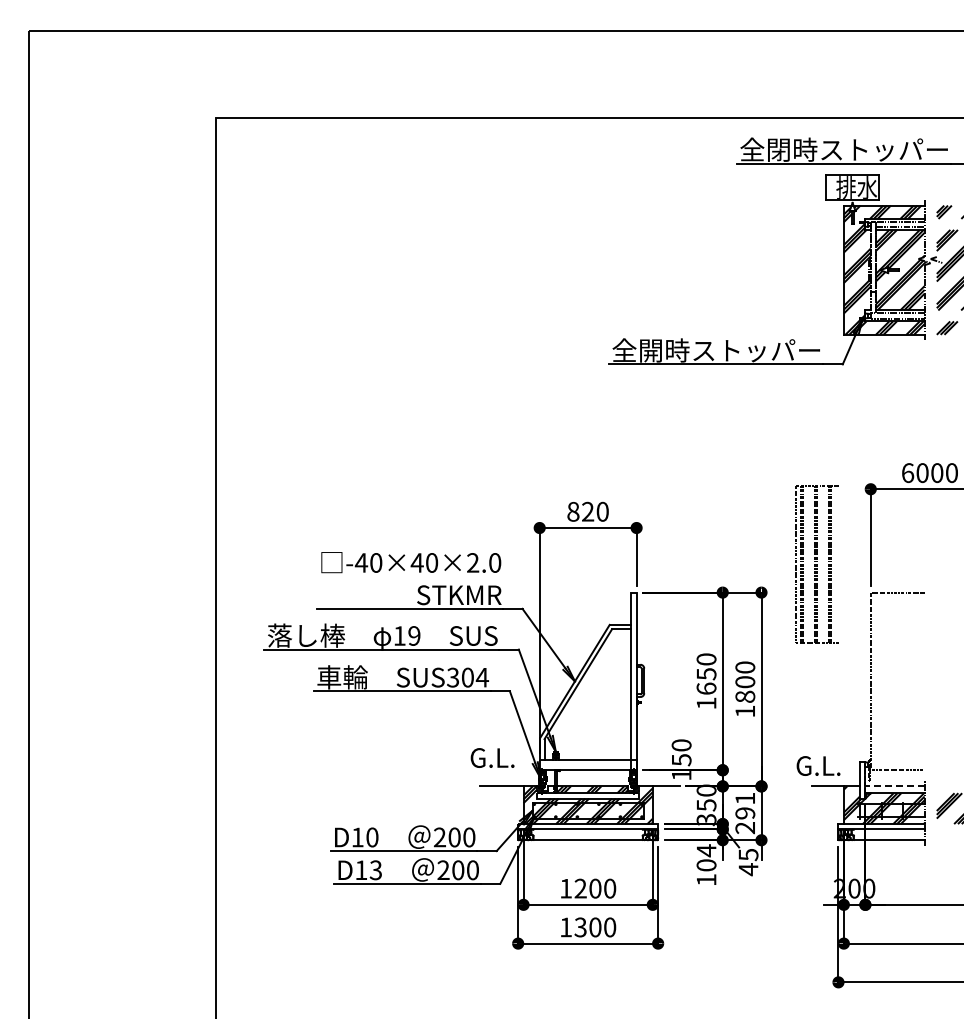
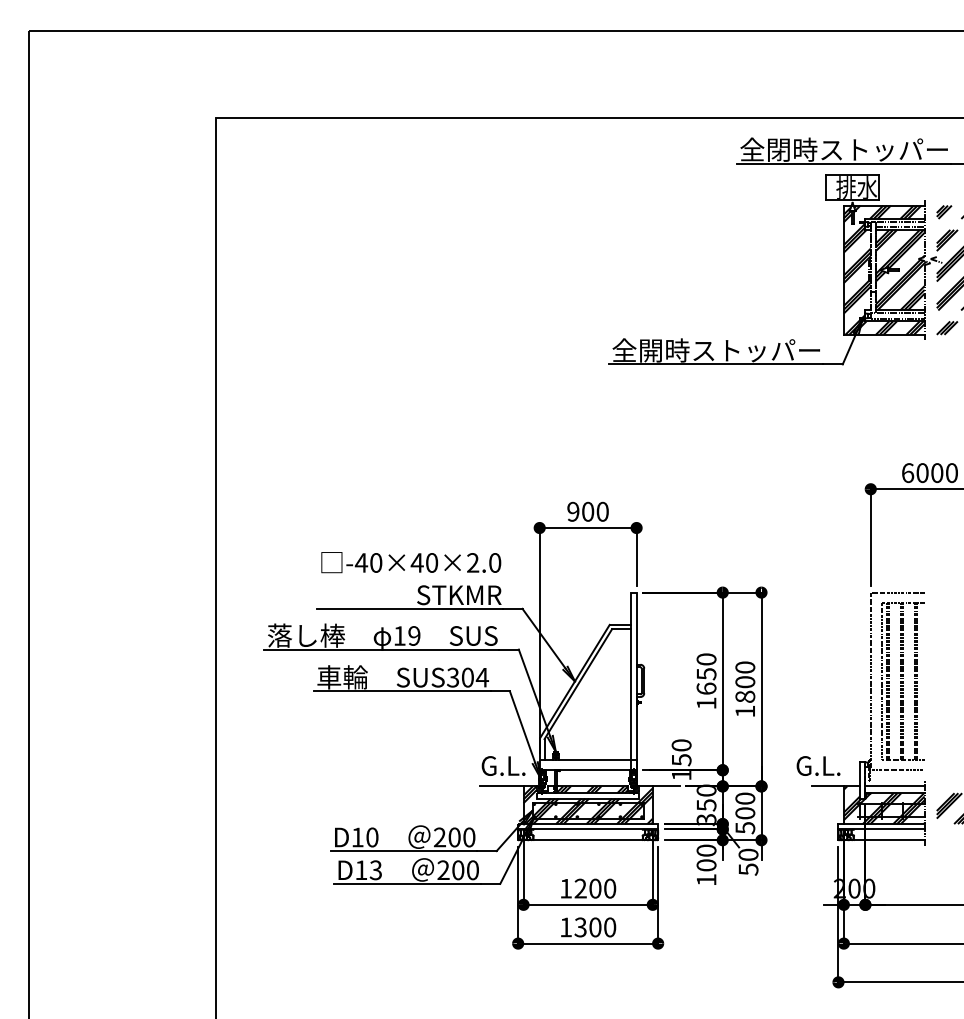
text at (580, 511): 820 -> 900
part at (816, 564) position: (816, 564) -> (902, 681)
text at (492, 757) position: (492, 757) -> (503, 765)
line at (895, 786): dashed -> solid
text at (745, 813): 291 -> 500
text at (706, 850): 104 -> 100
text at (748, 862): 45 -> 50
